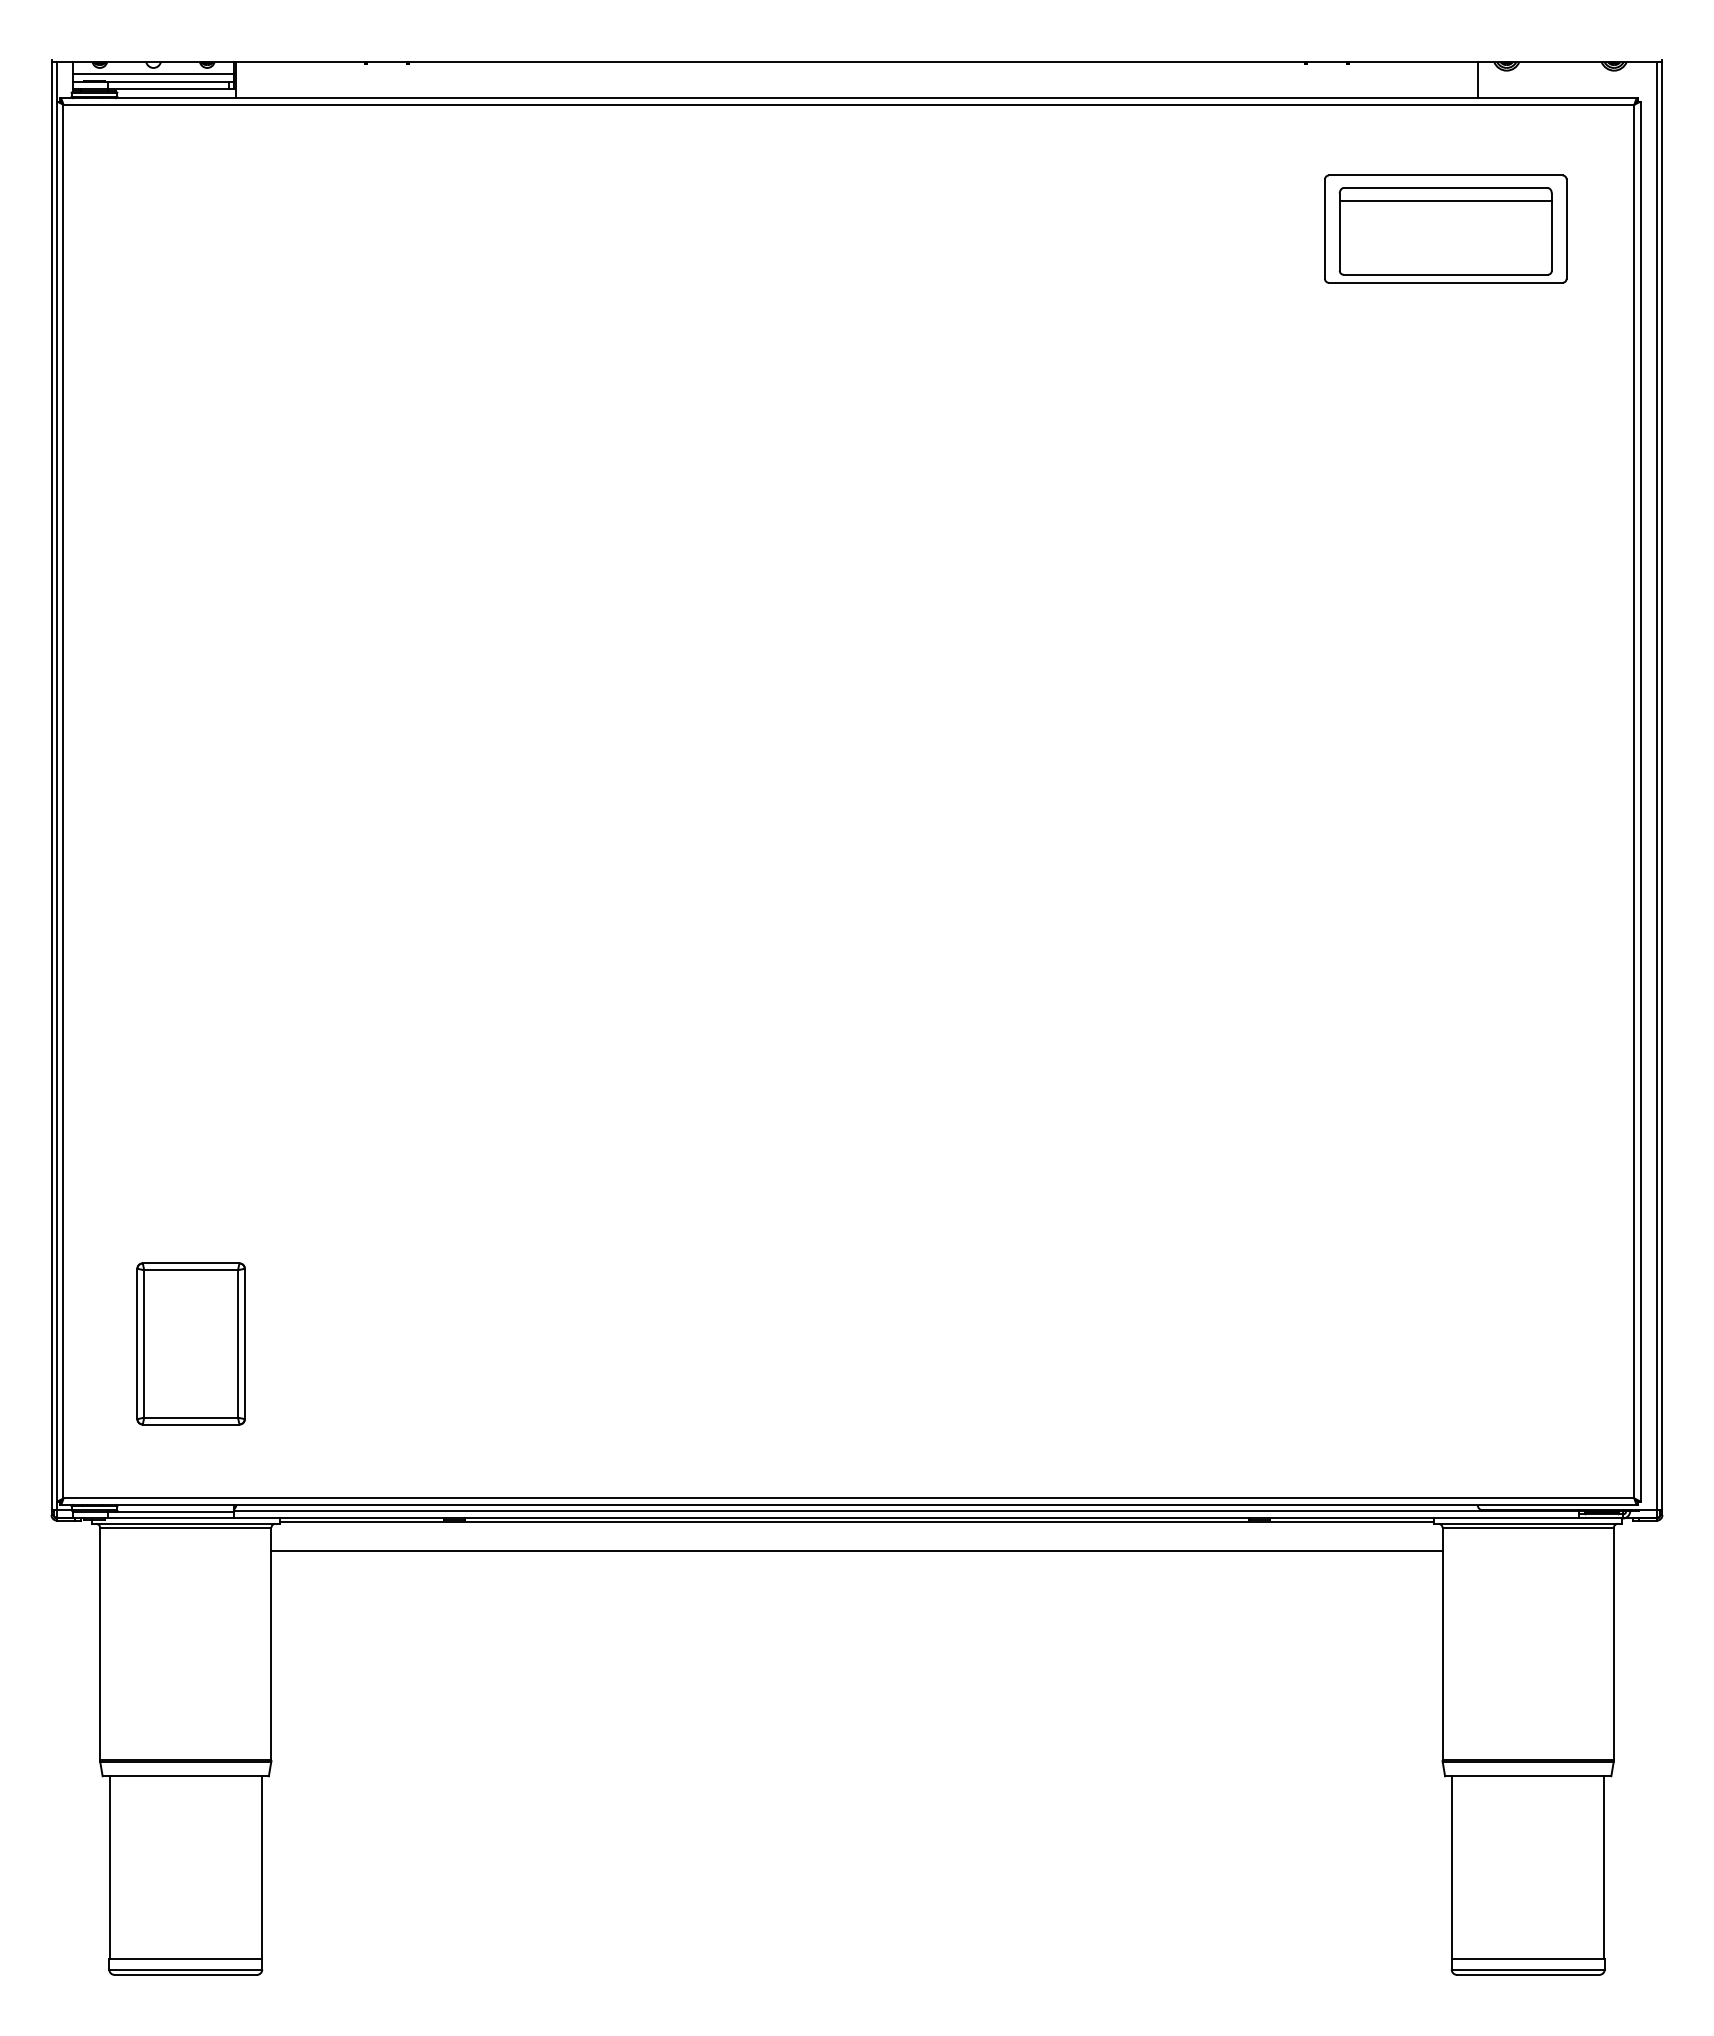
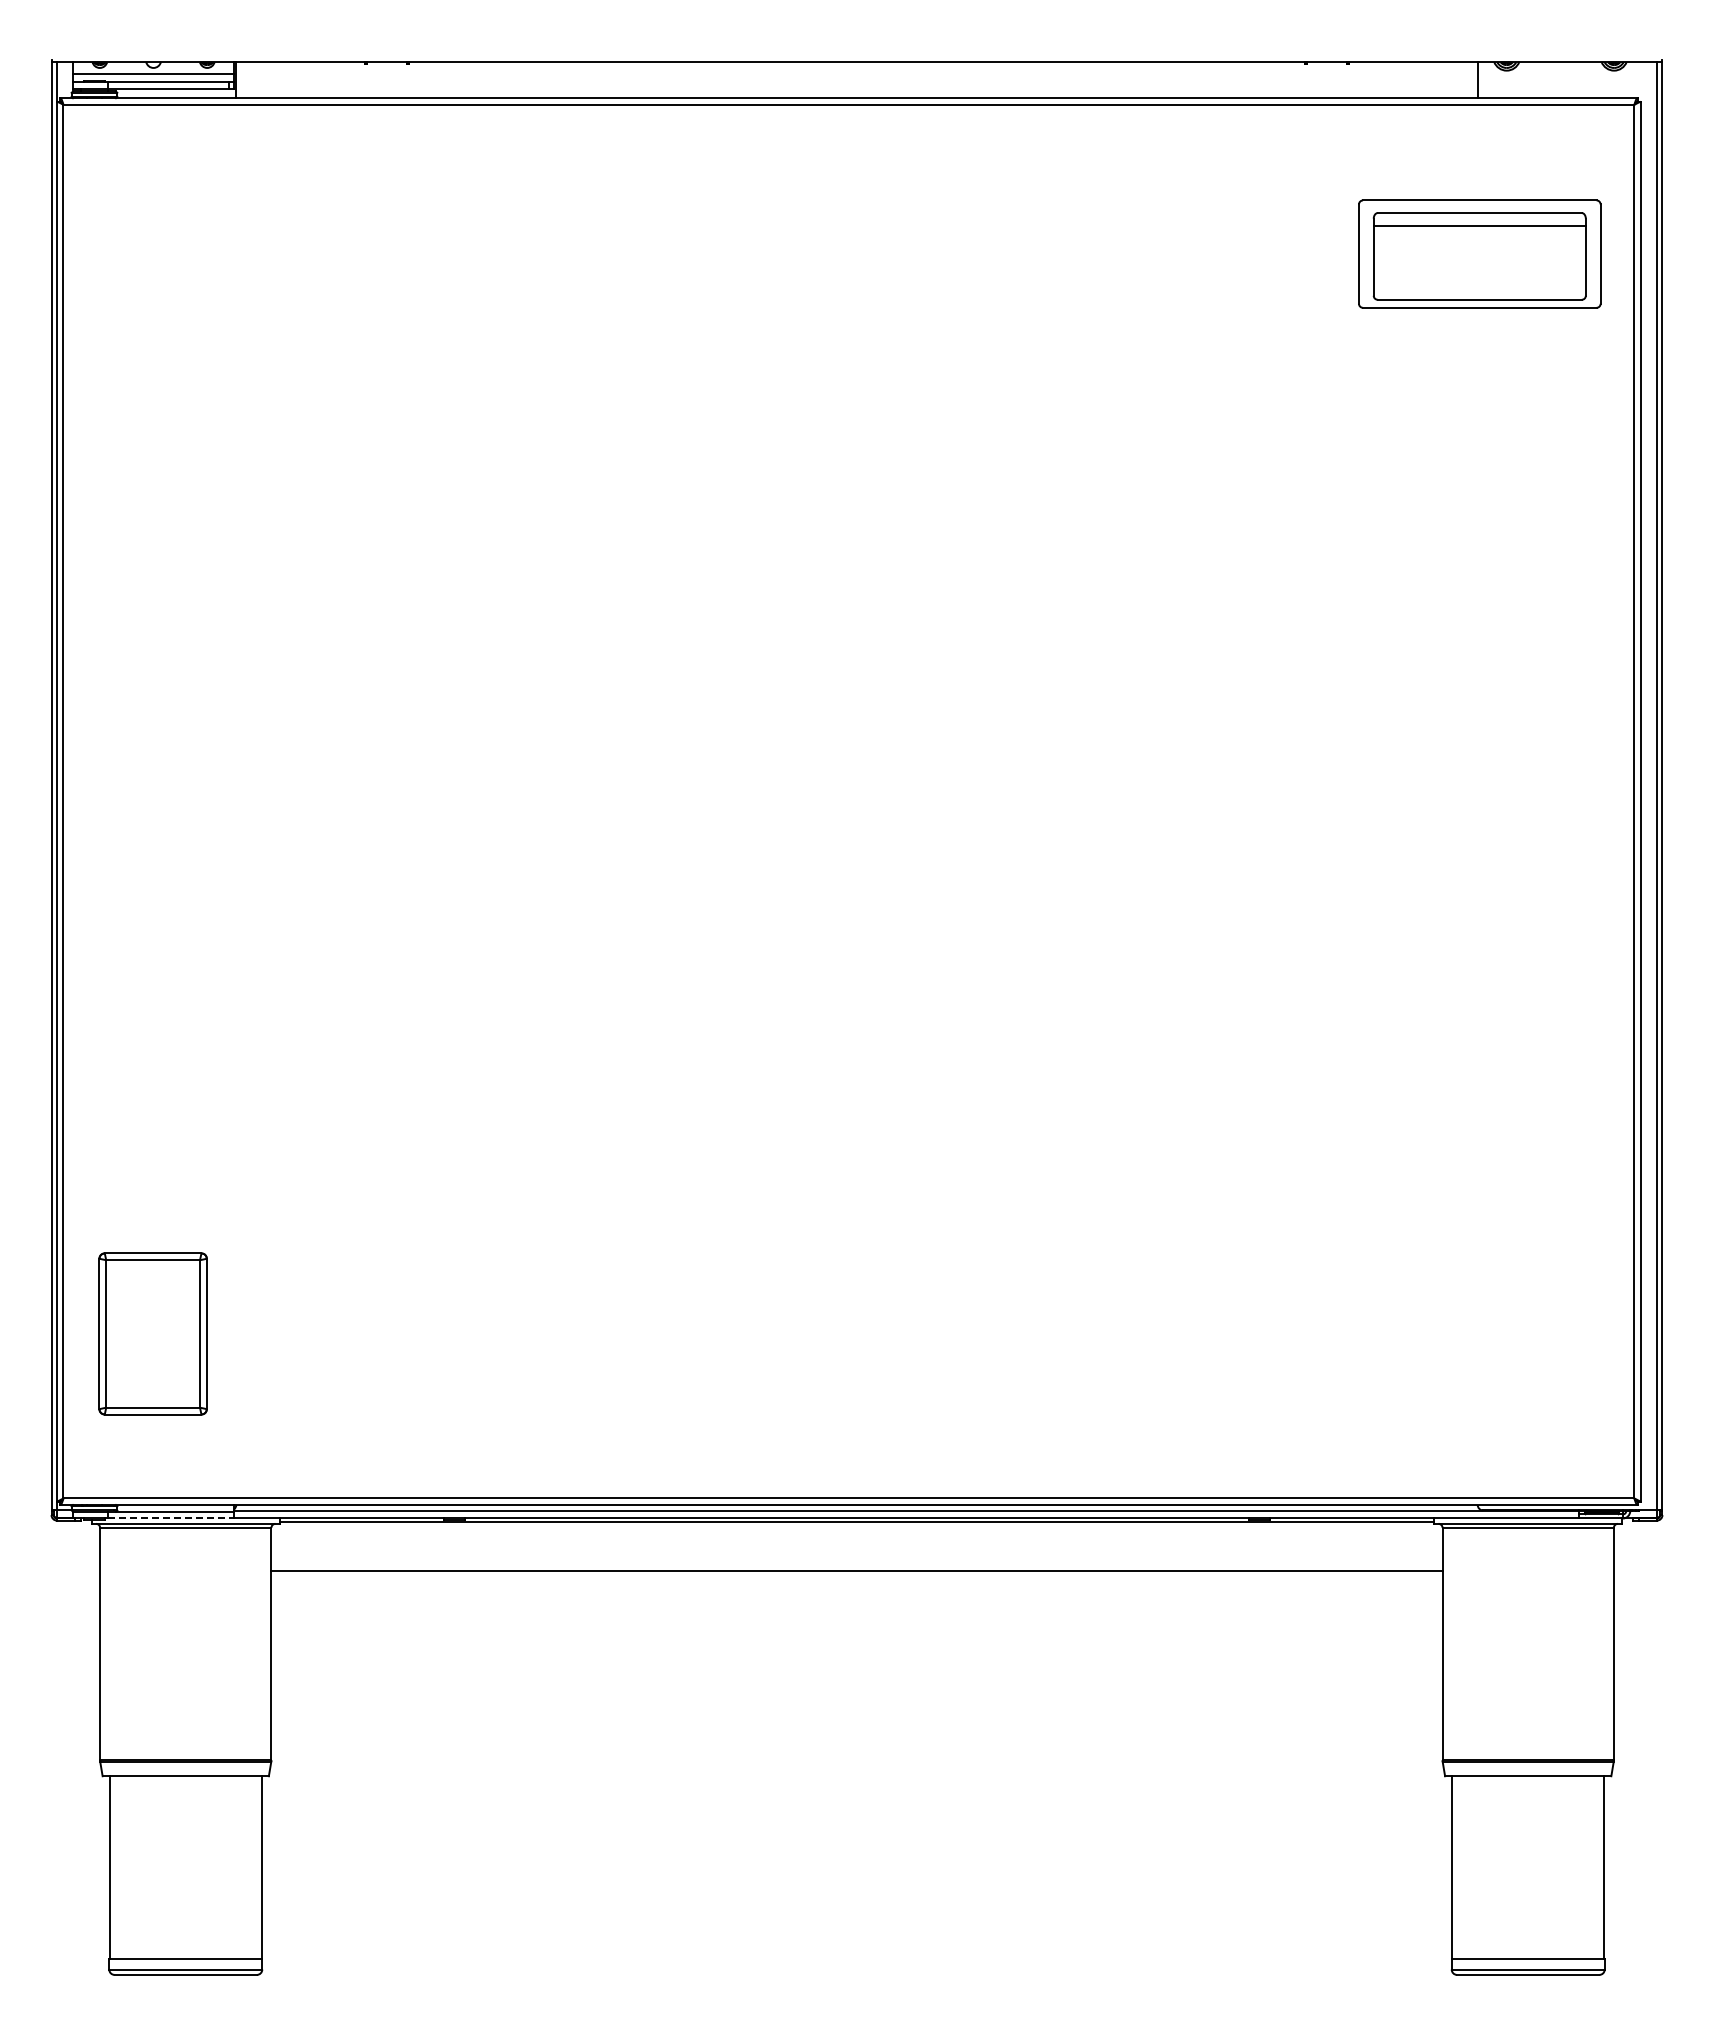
part at (1445, 228) position: (1445, 228) -> (1479, 253)
part at (190, 1343) position: (190, 1343) -> (152, 1333)
line at (171, 1518): solid -> dashed
line at (856, 1550) position: (856, 1550) -> (856, 1570)
